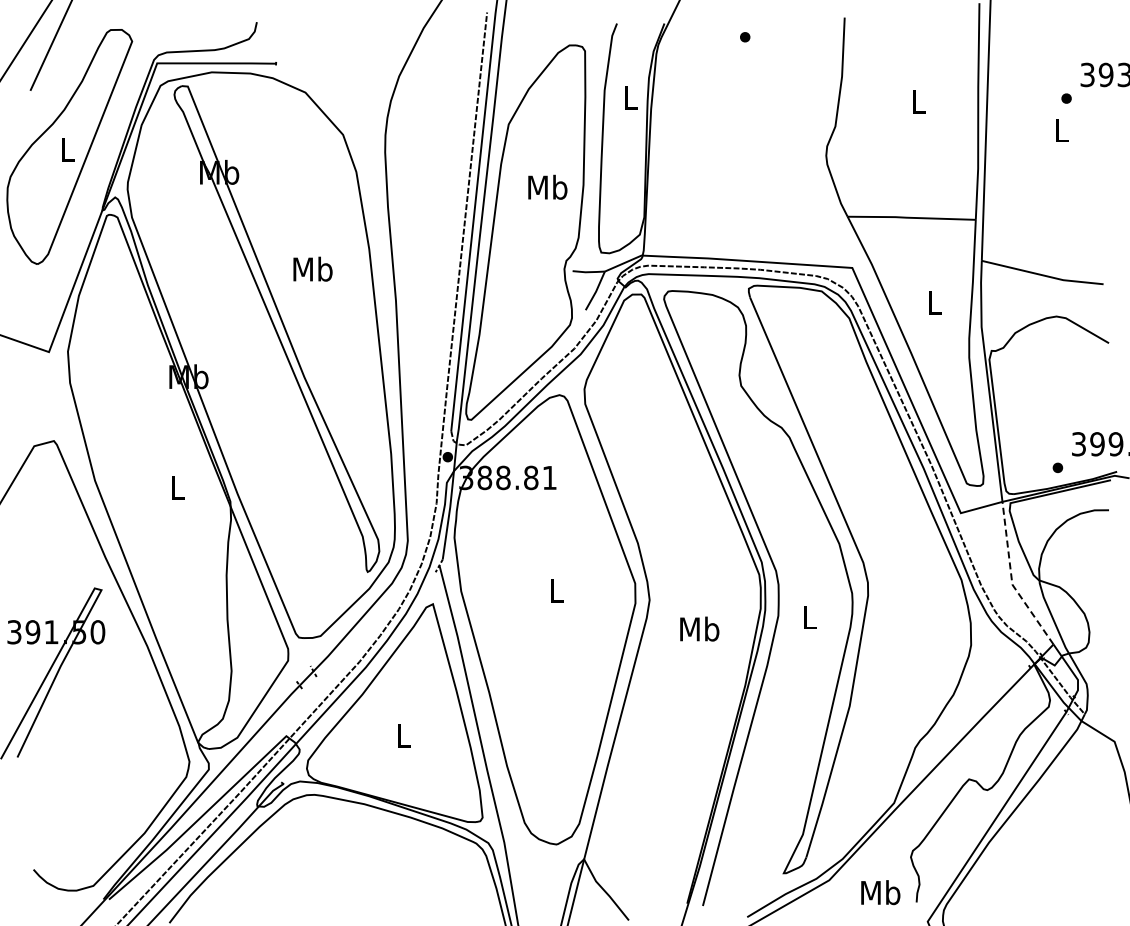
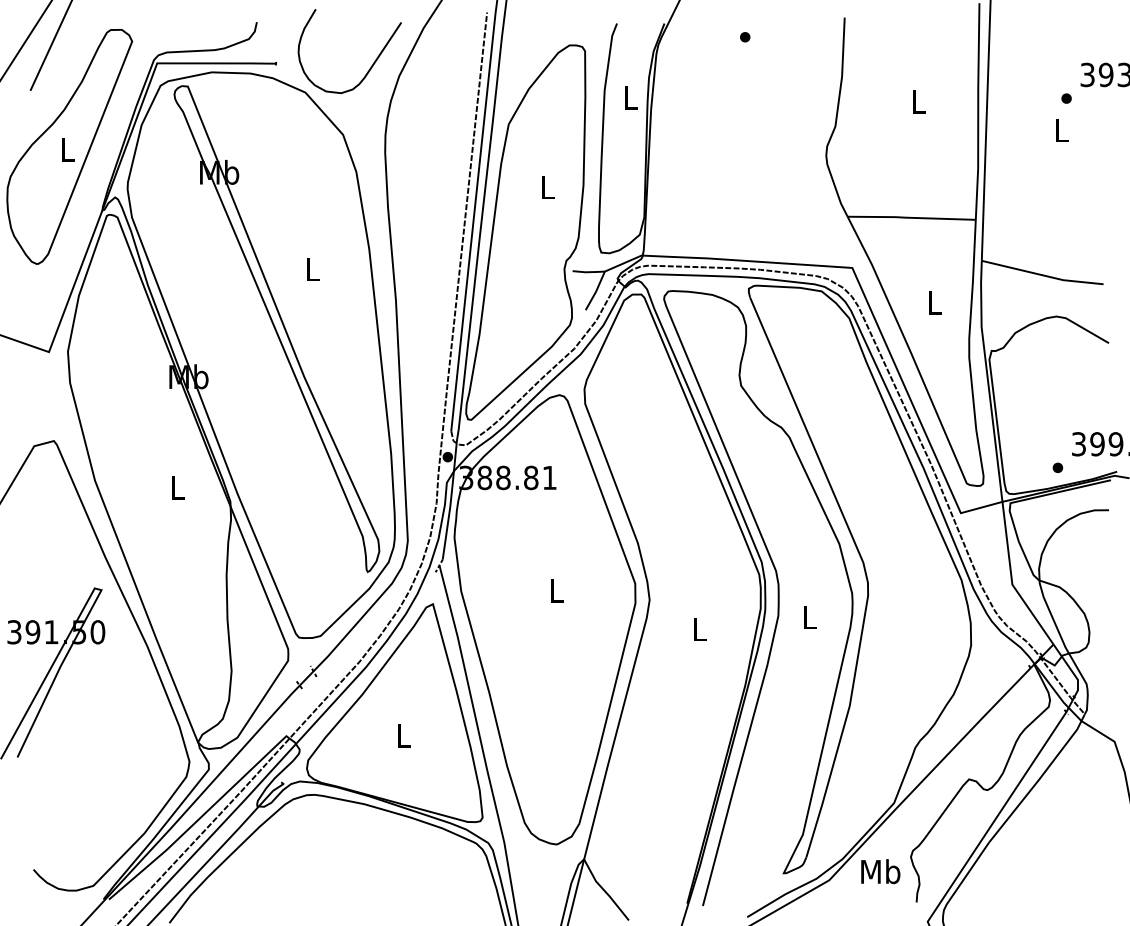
curve at (371, 65): none -> present
text at (547, 186): Mb -> L
text at (312, 268): Mb -> L
line at (1011, 579): dashed -> solid
text at (699, 628): Mb -> L
text at (880, 892) position: (880, 892) -> (880, 871)
